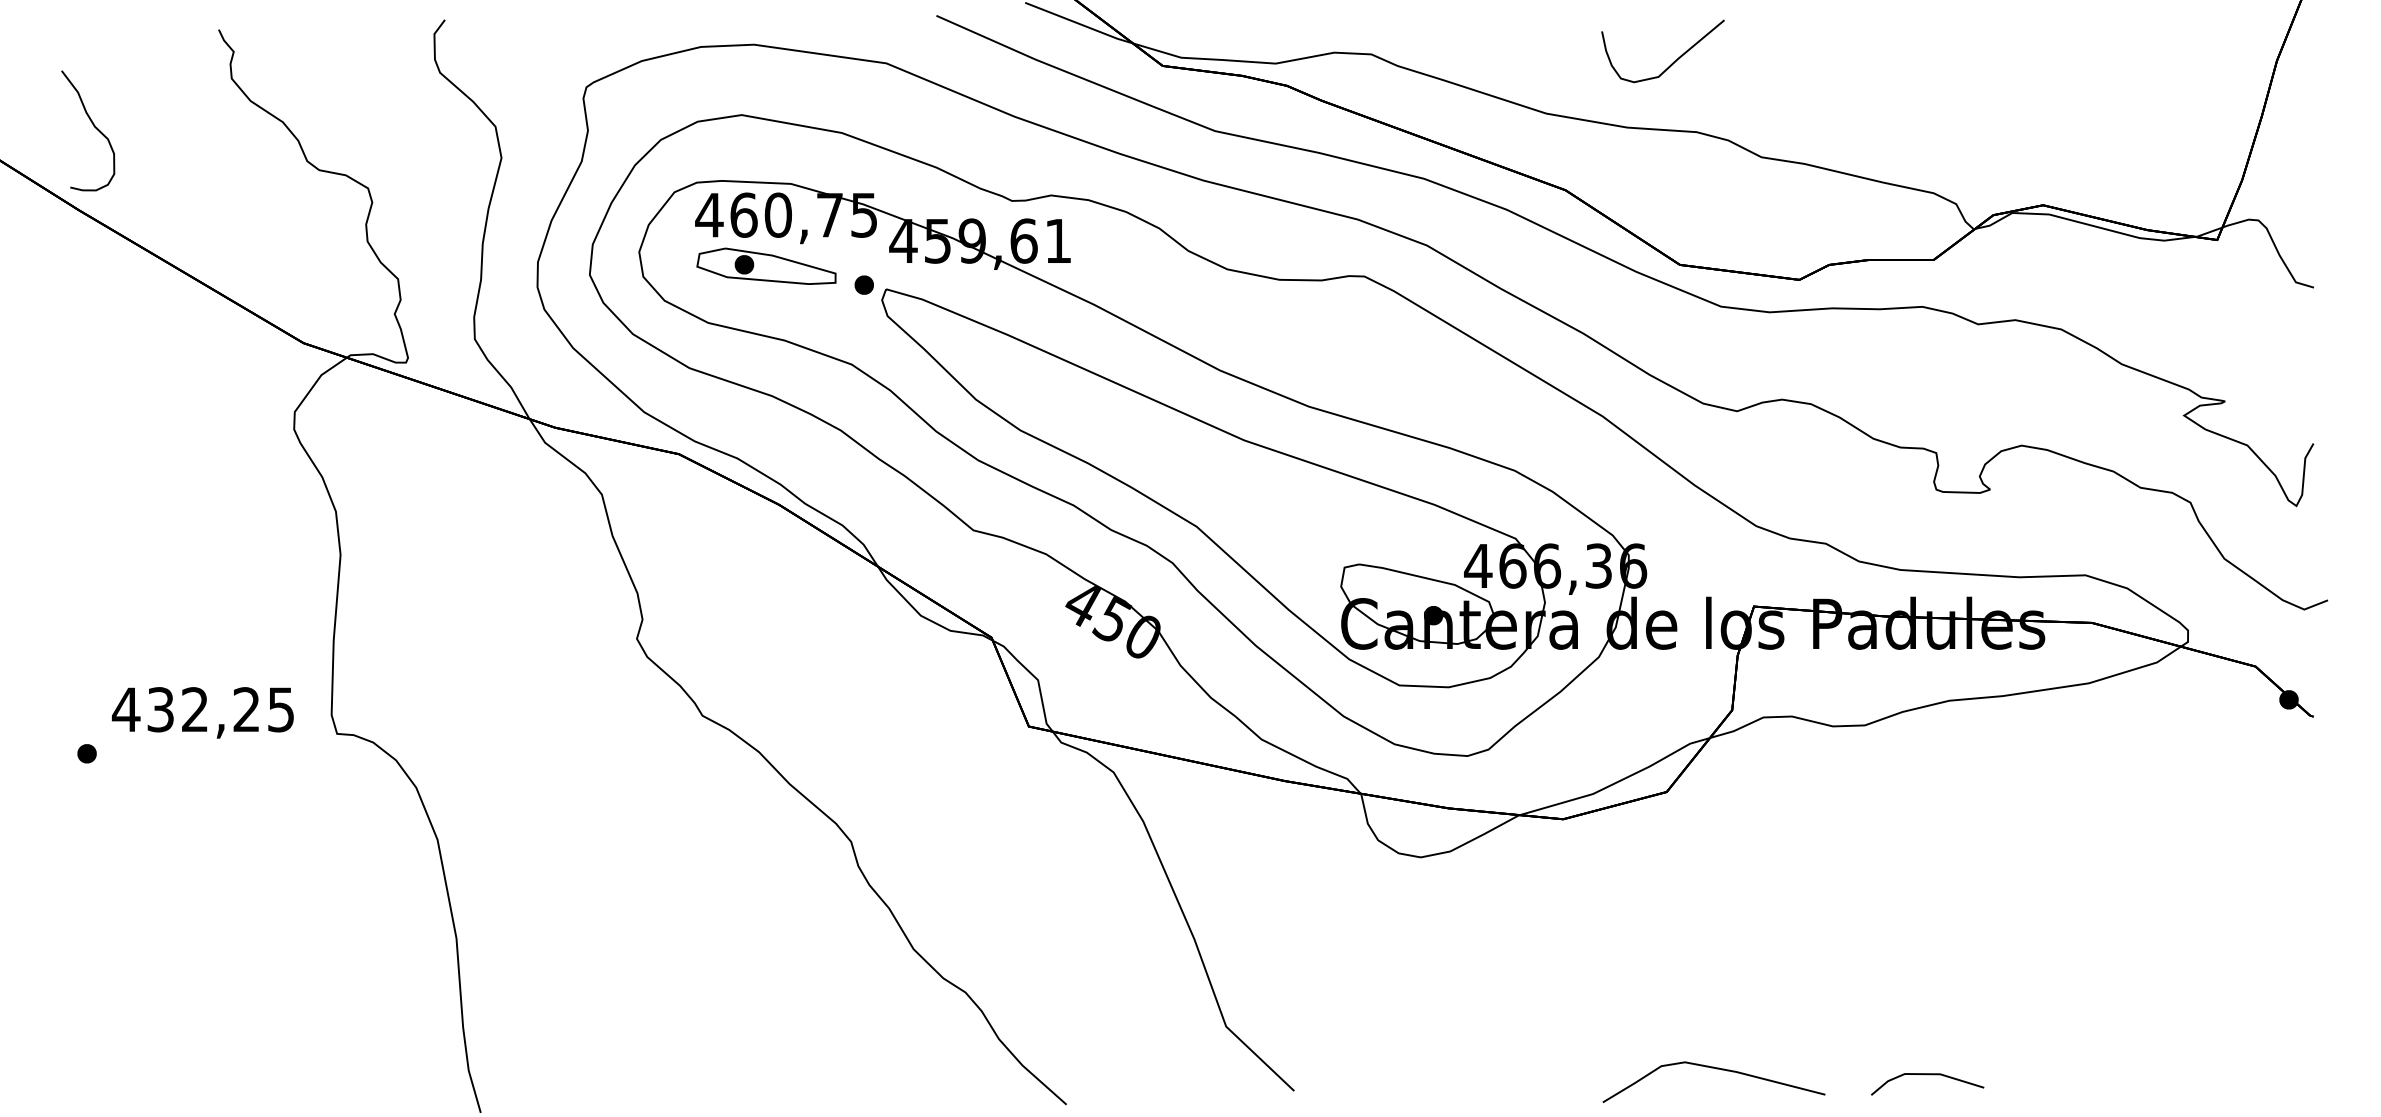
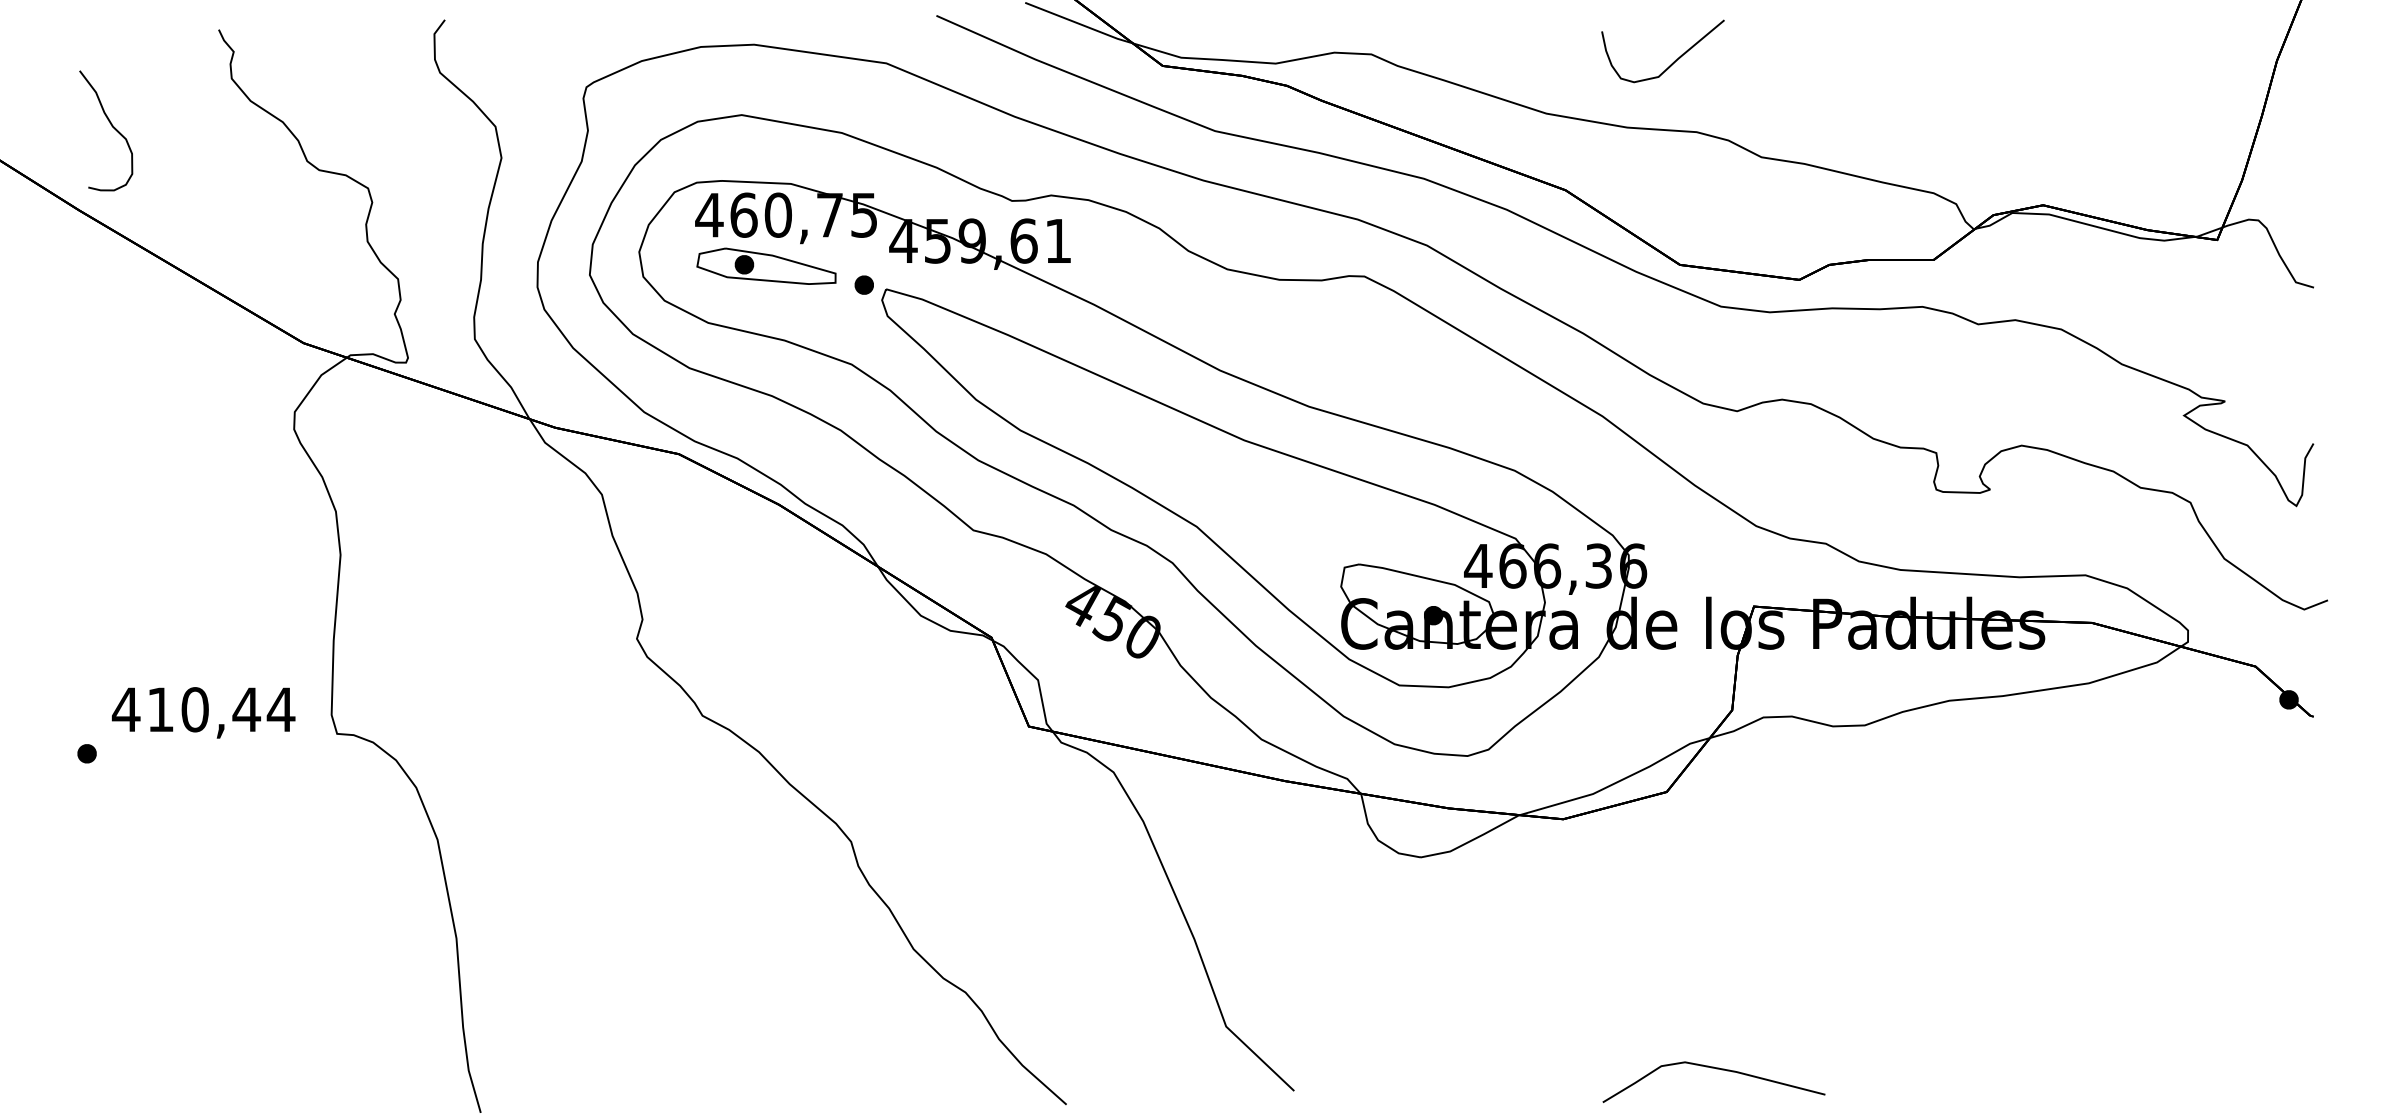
curve at (93, 126) position: (93, 126) -> (111, 126)
text at (221, 709): 432,25 -> 410,44
line at (1927, 1075): present -> none
